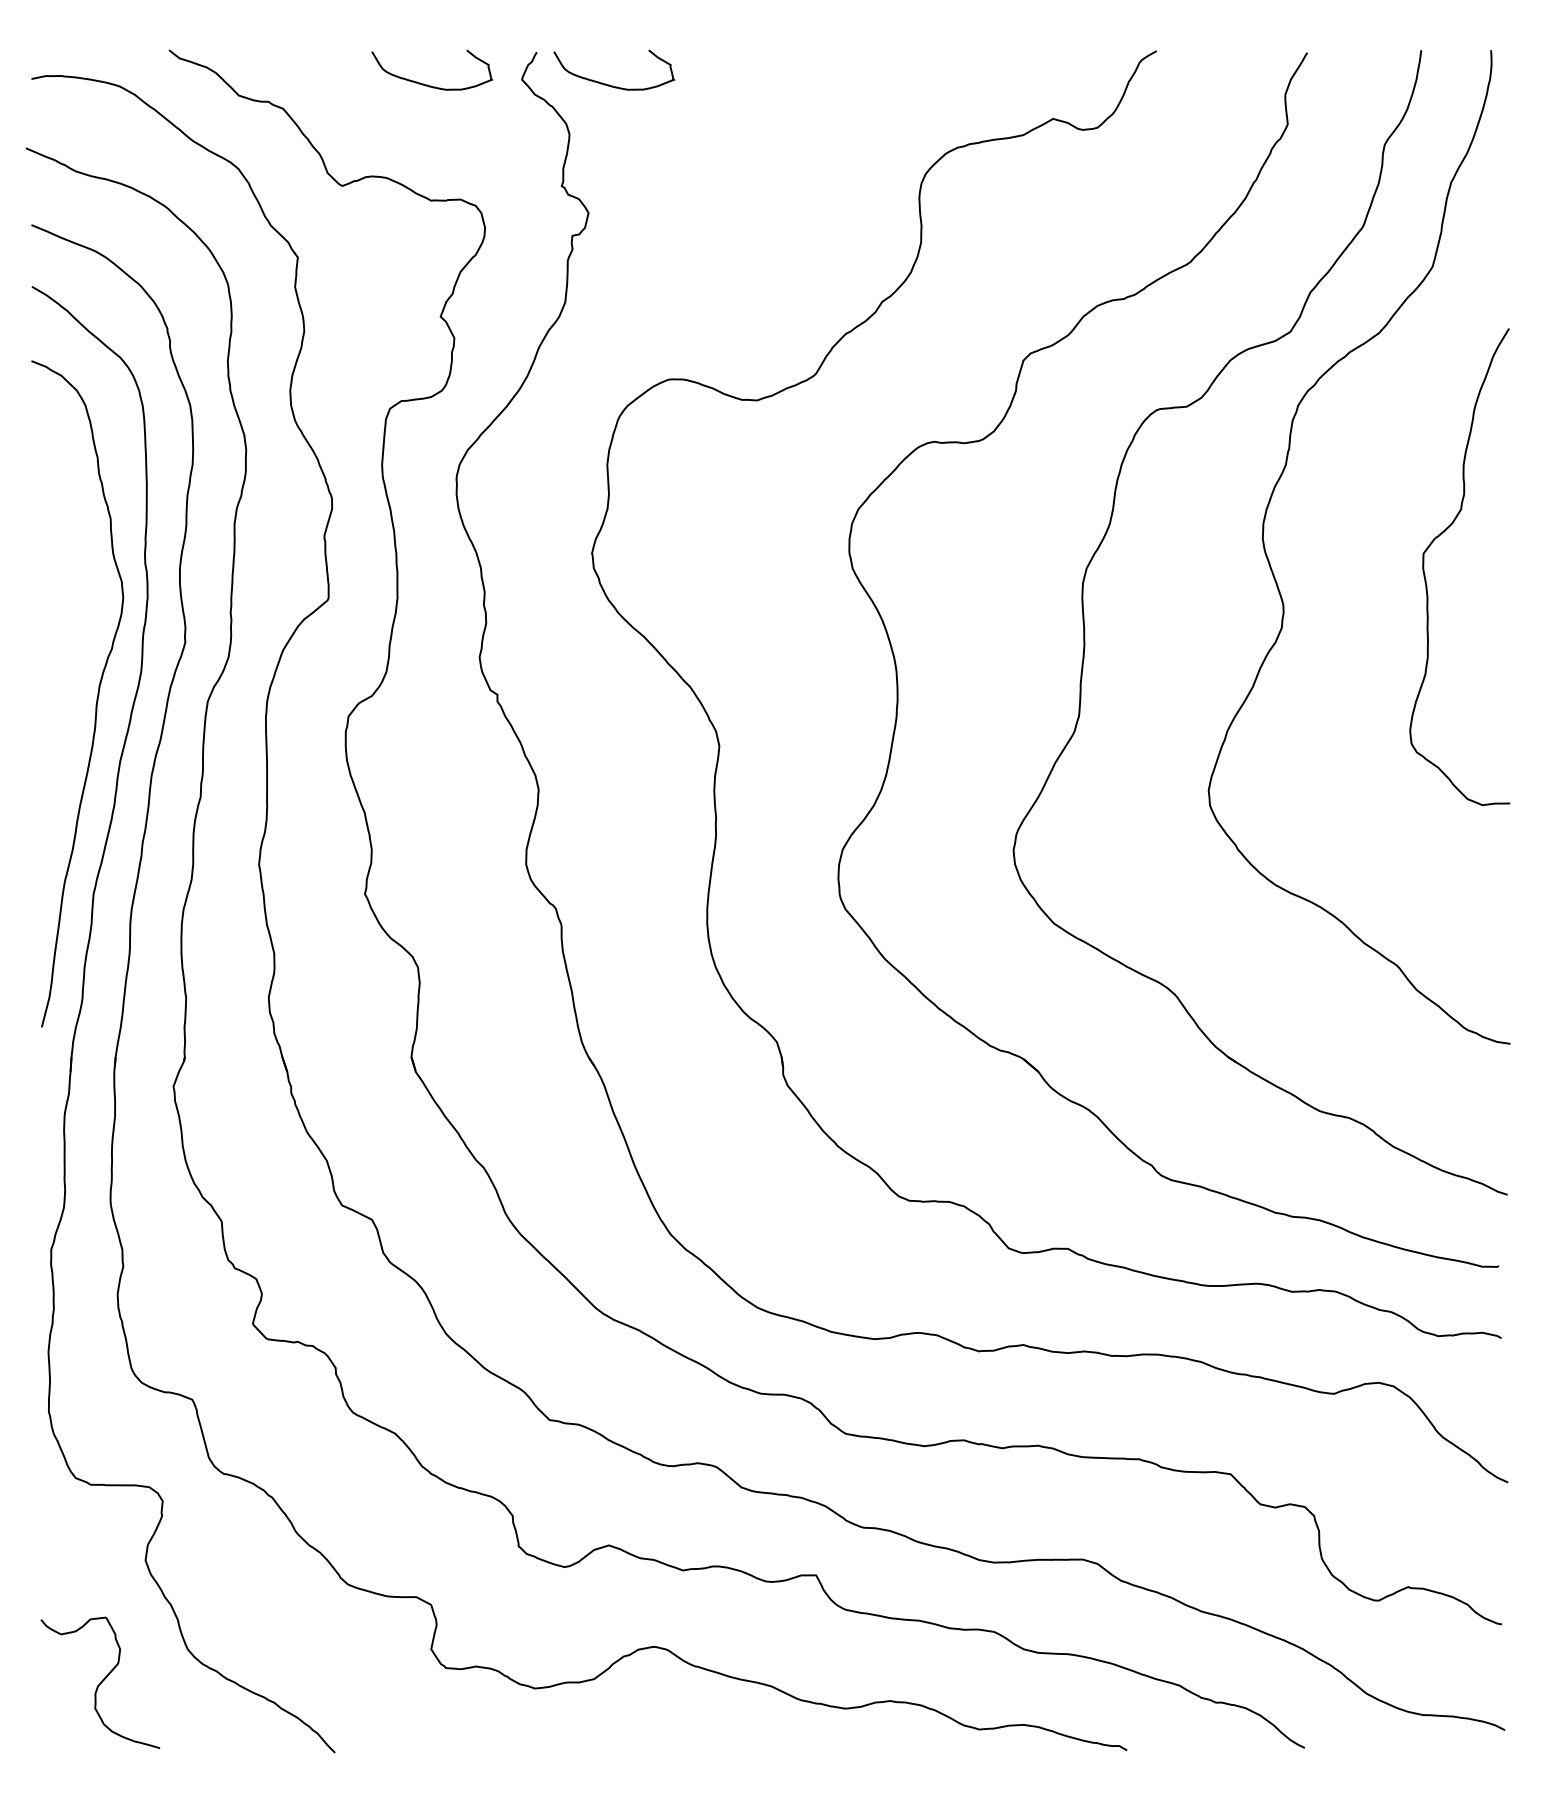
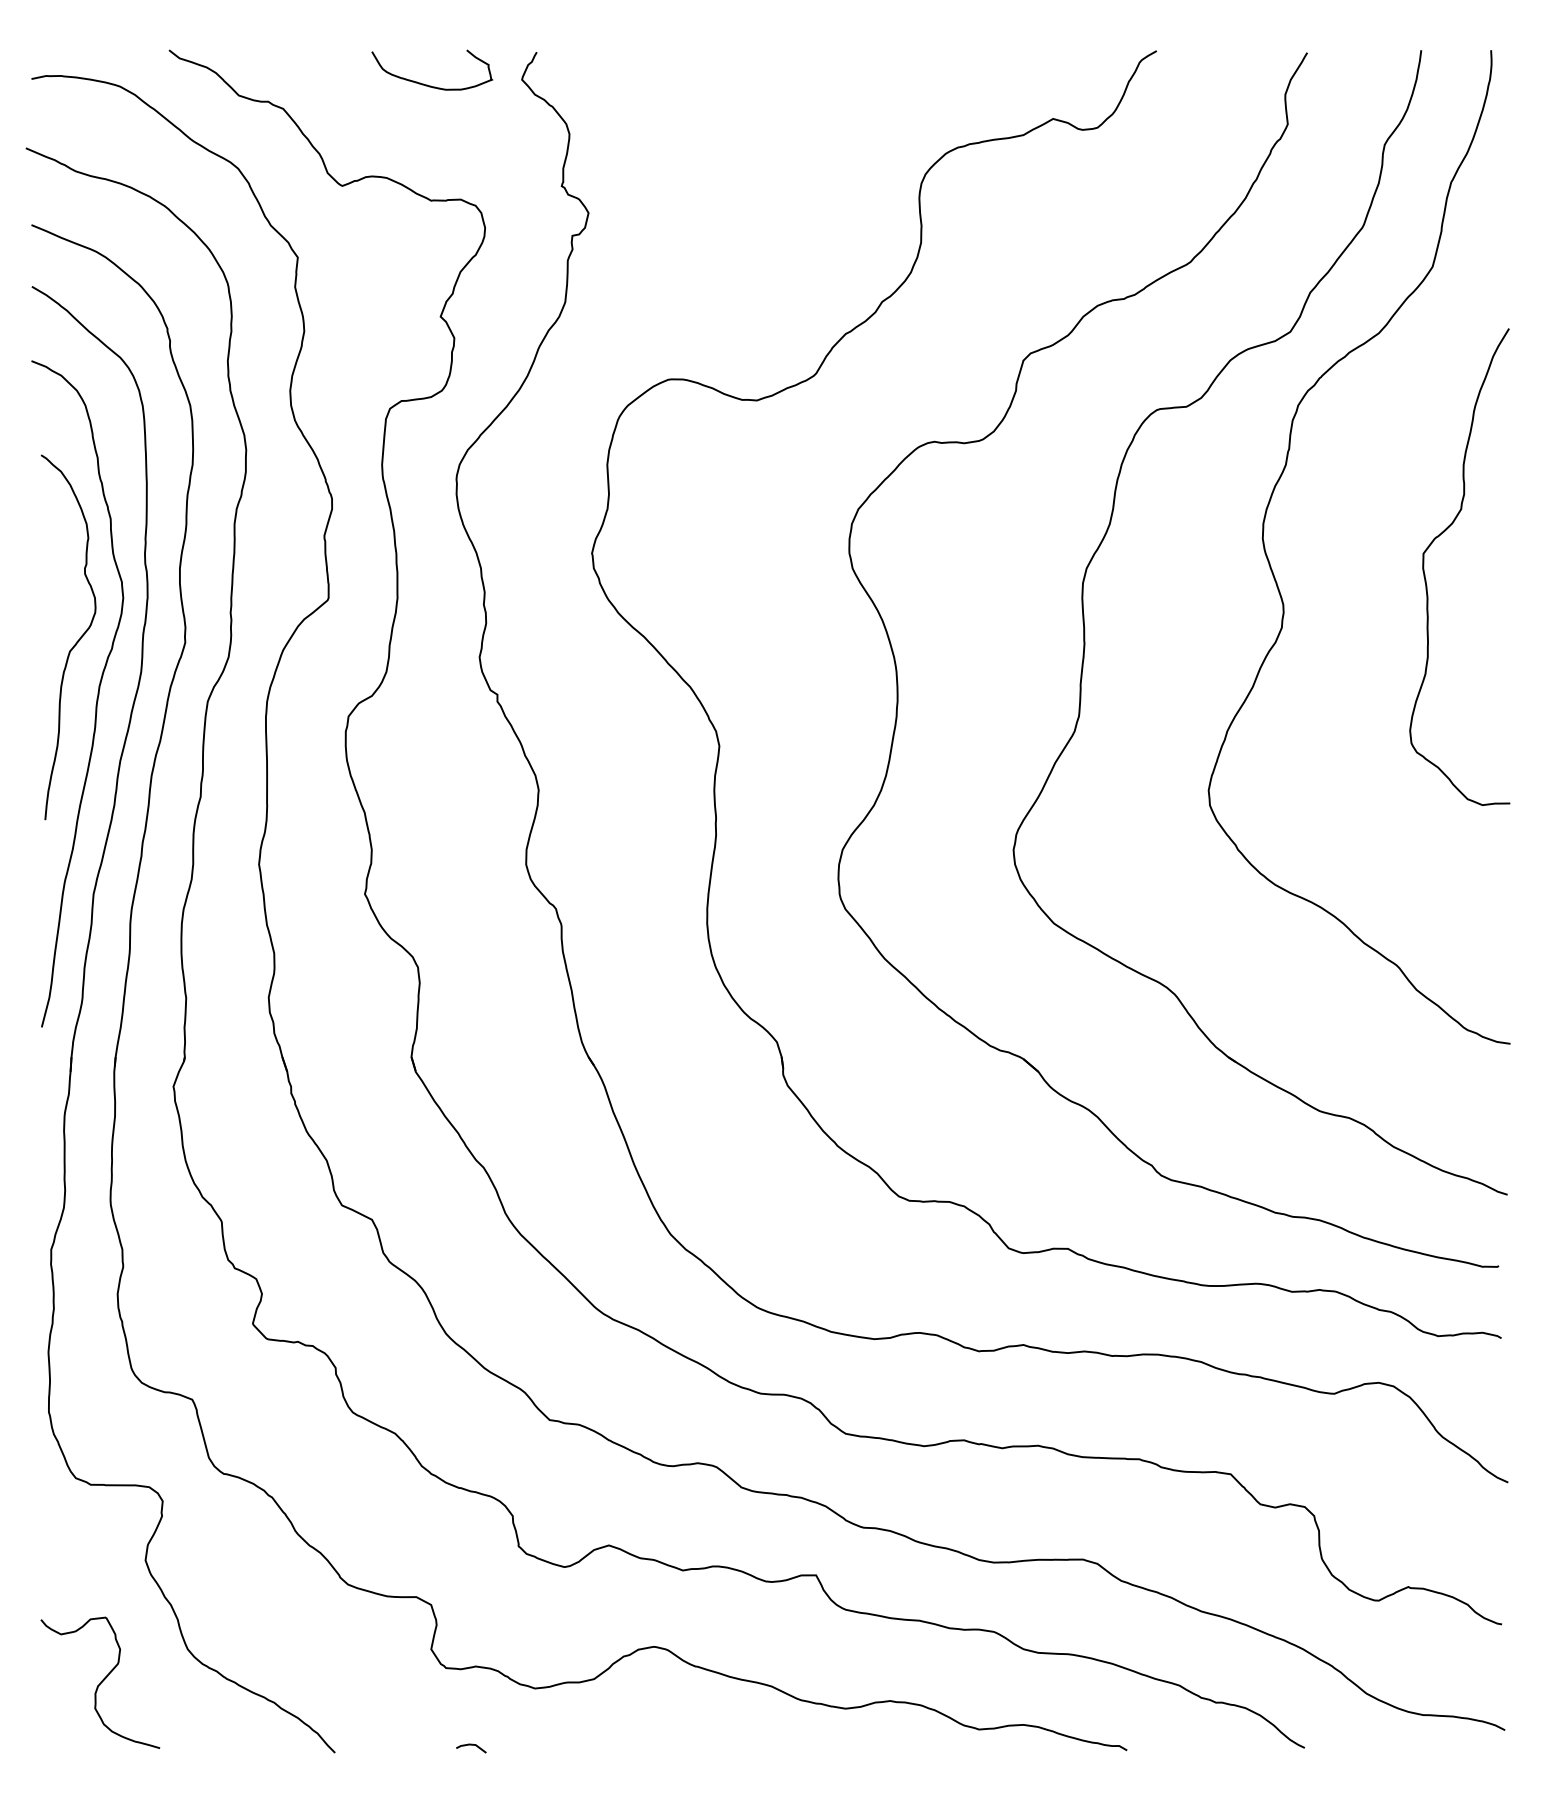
curve at (609, 84): present -> none
curve at (76, 641): none -> present
line at (471, 1745): none -> present
